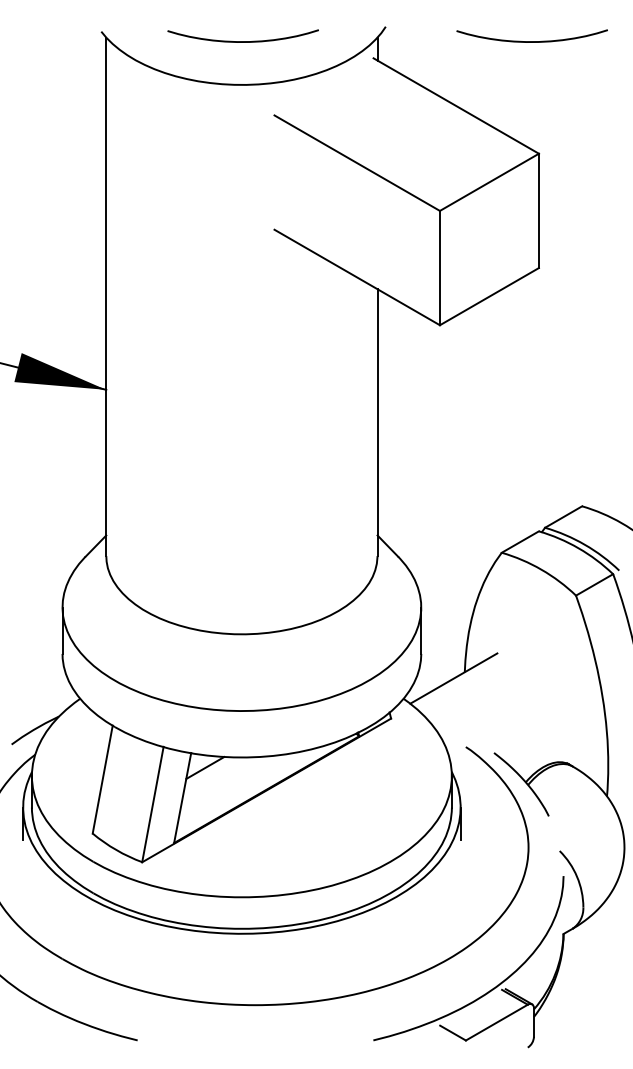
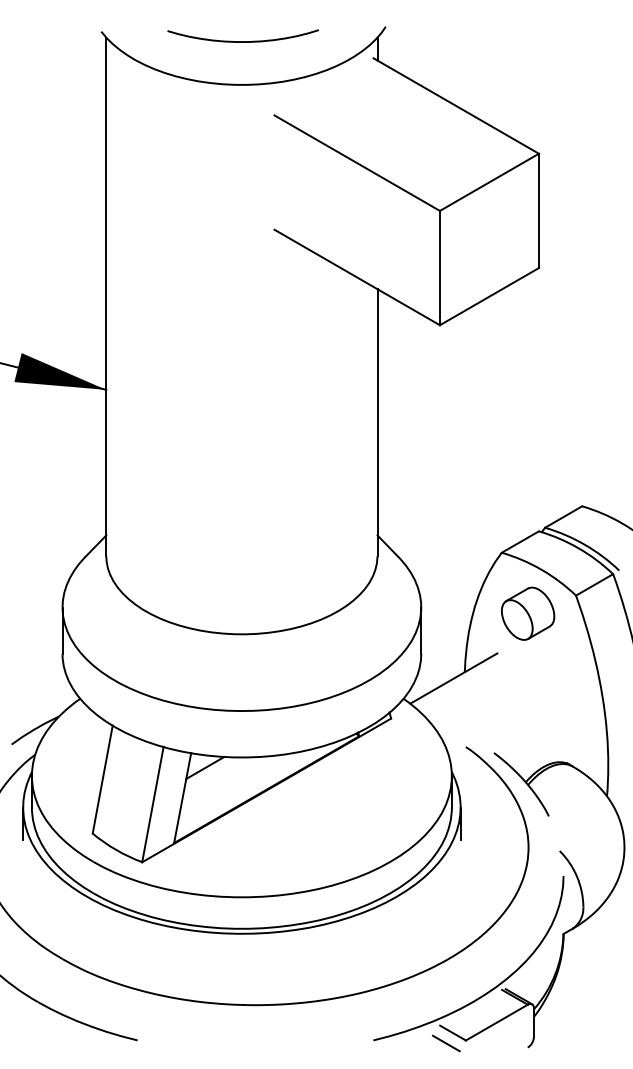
curve at (531, 41): present -> none
part at (527, 613): none -> present
line at (446, 1043): none -> present
